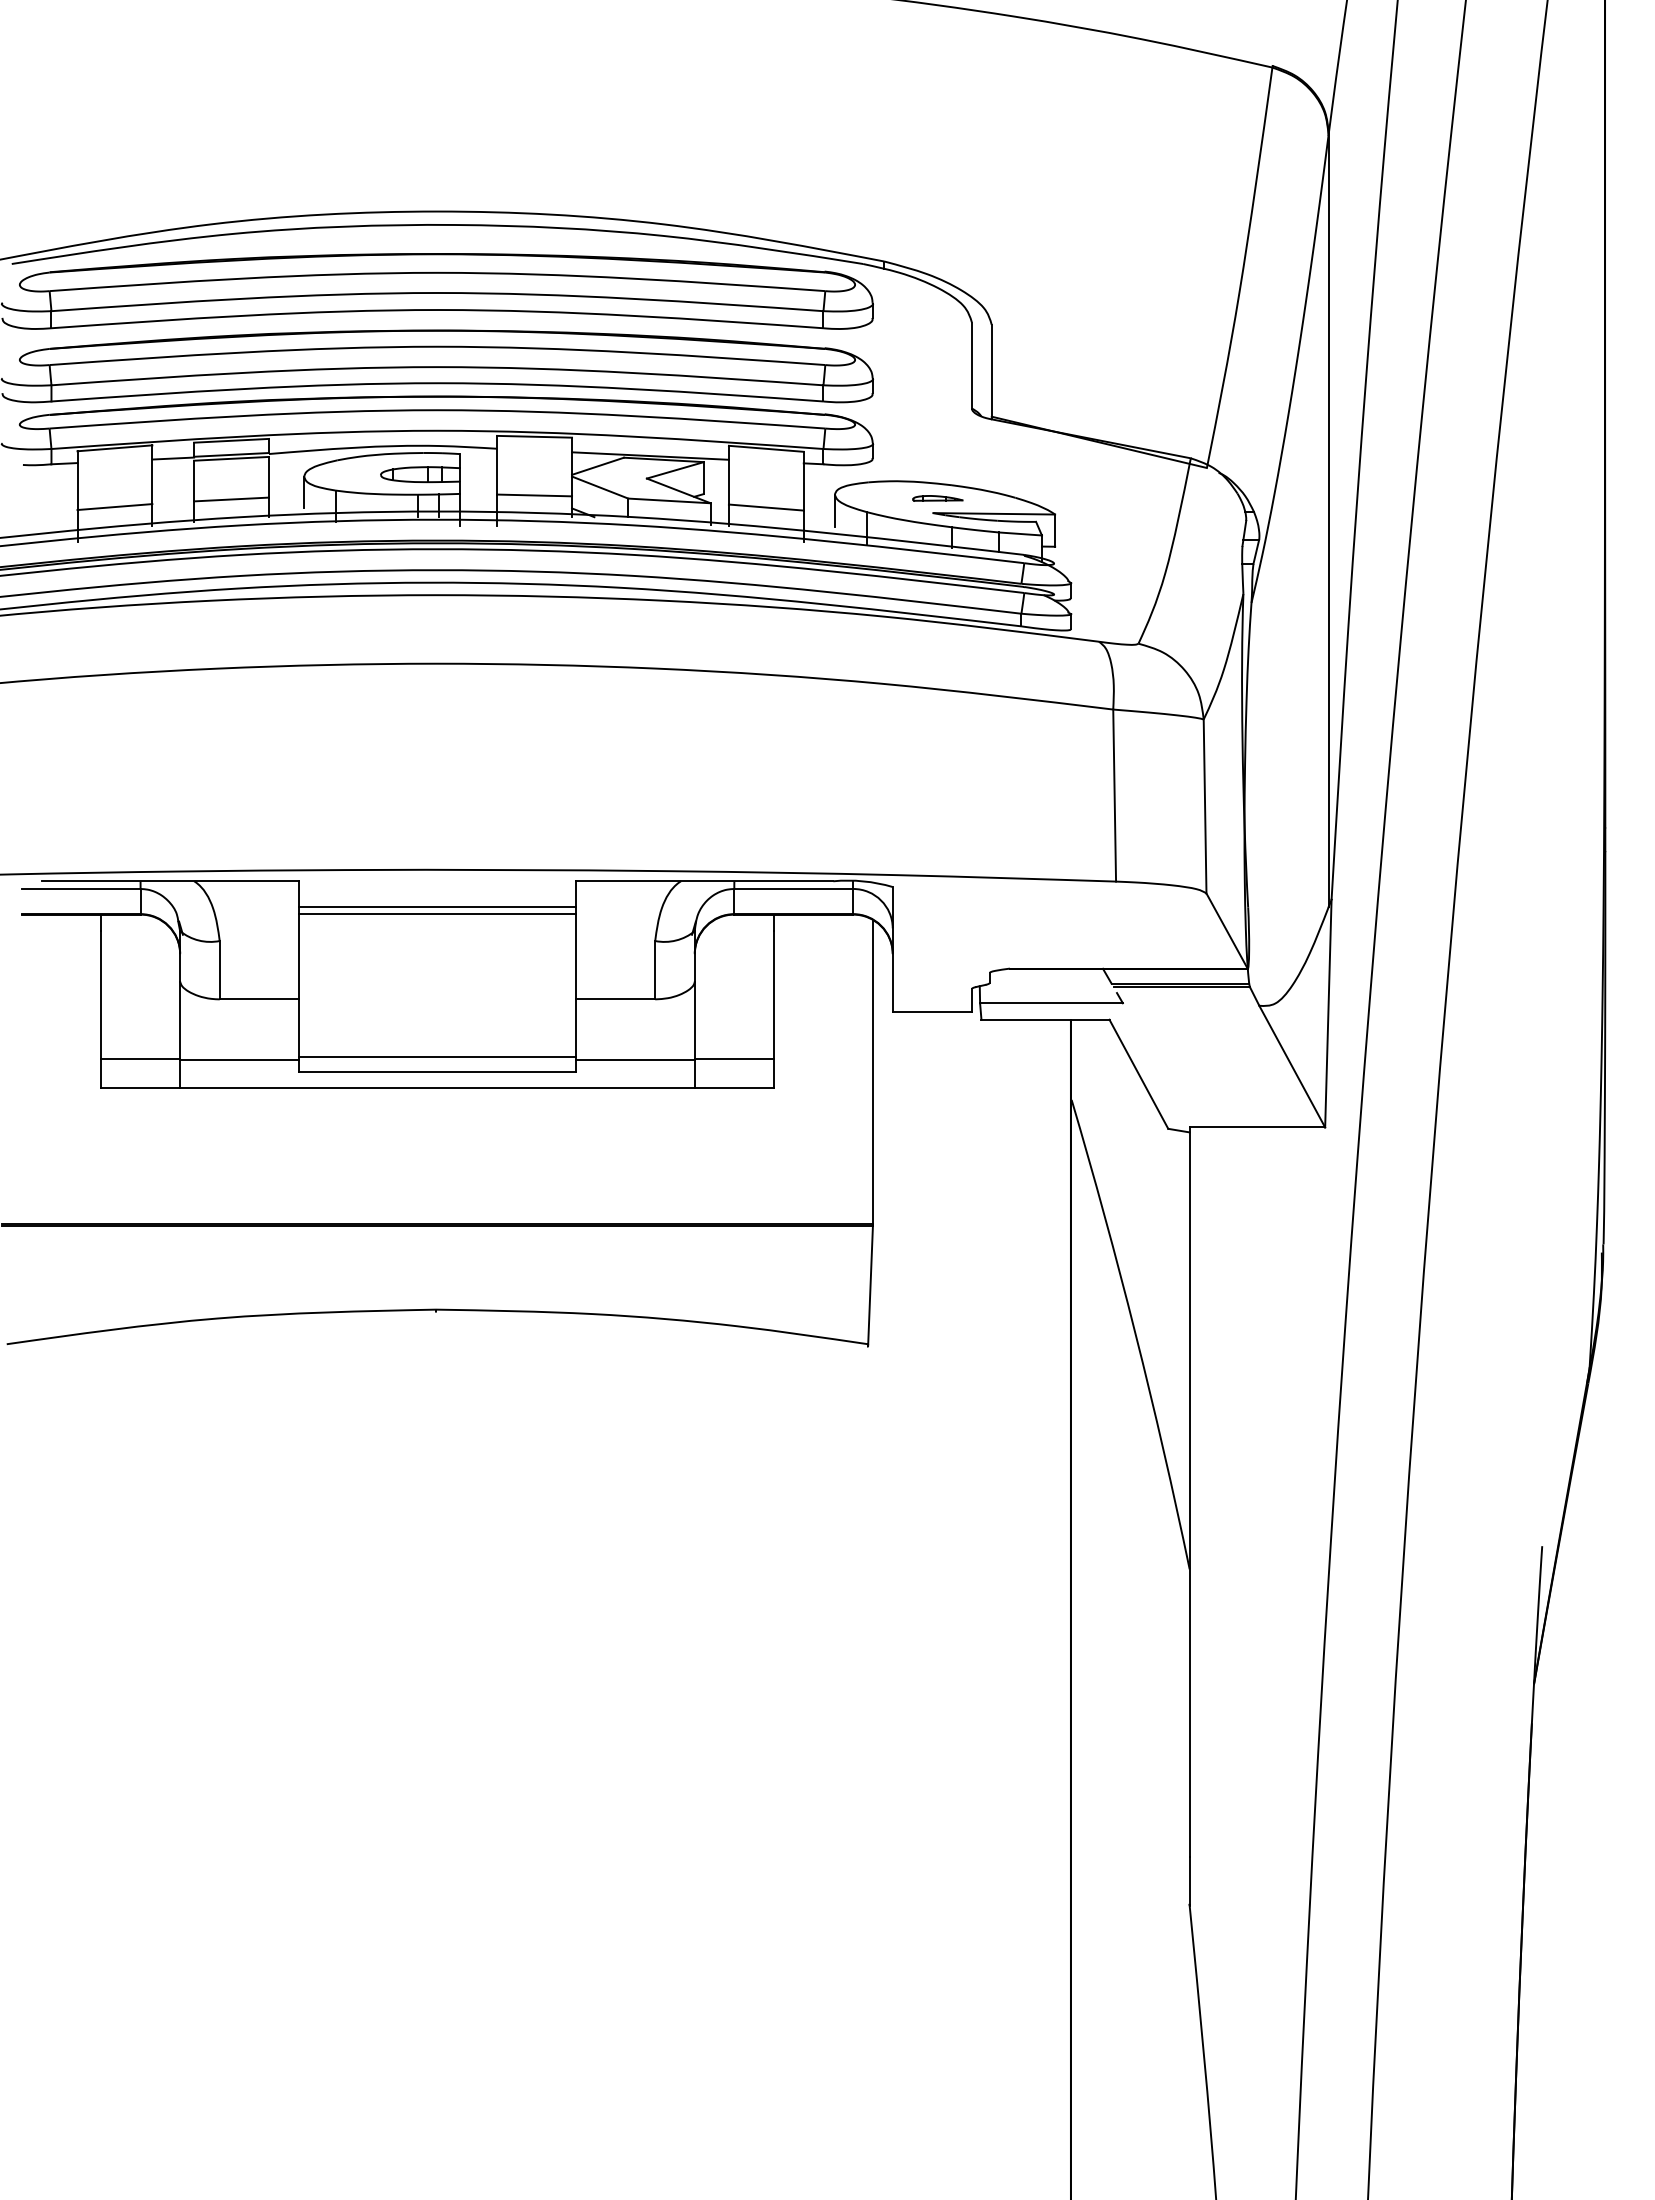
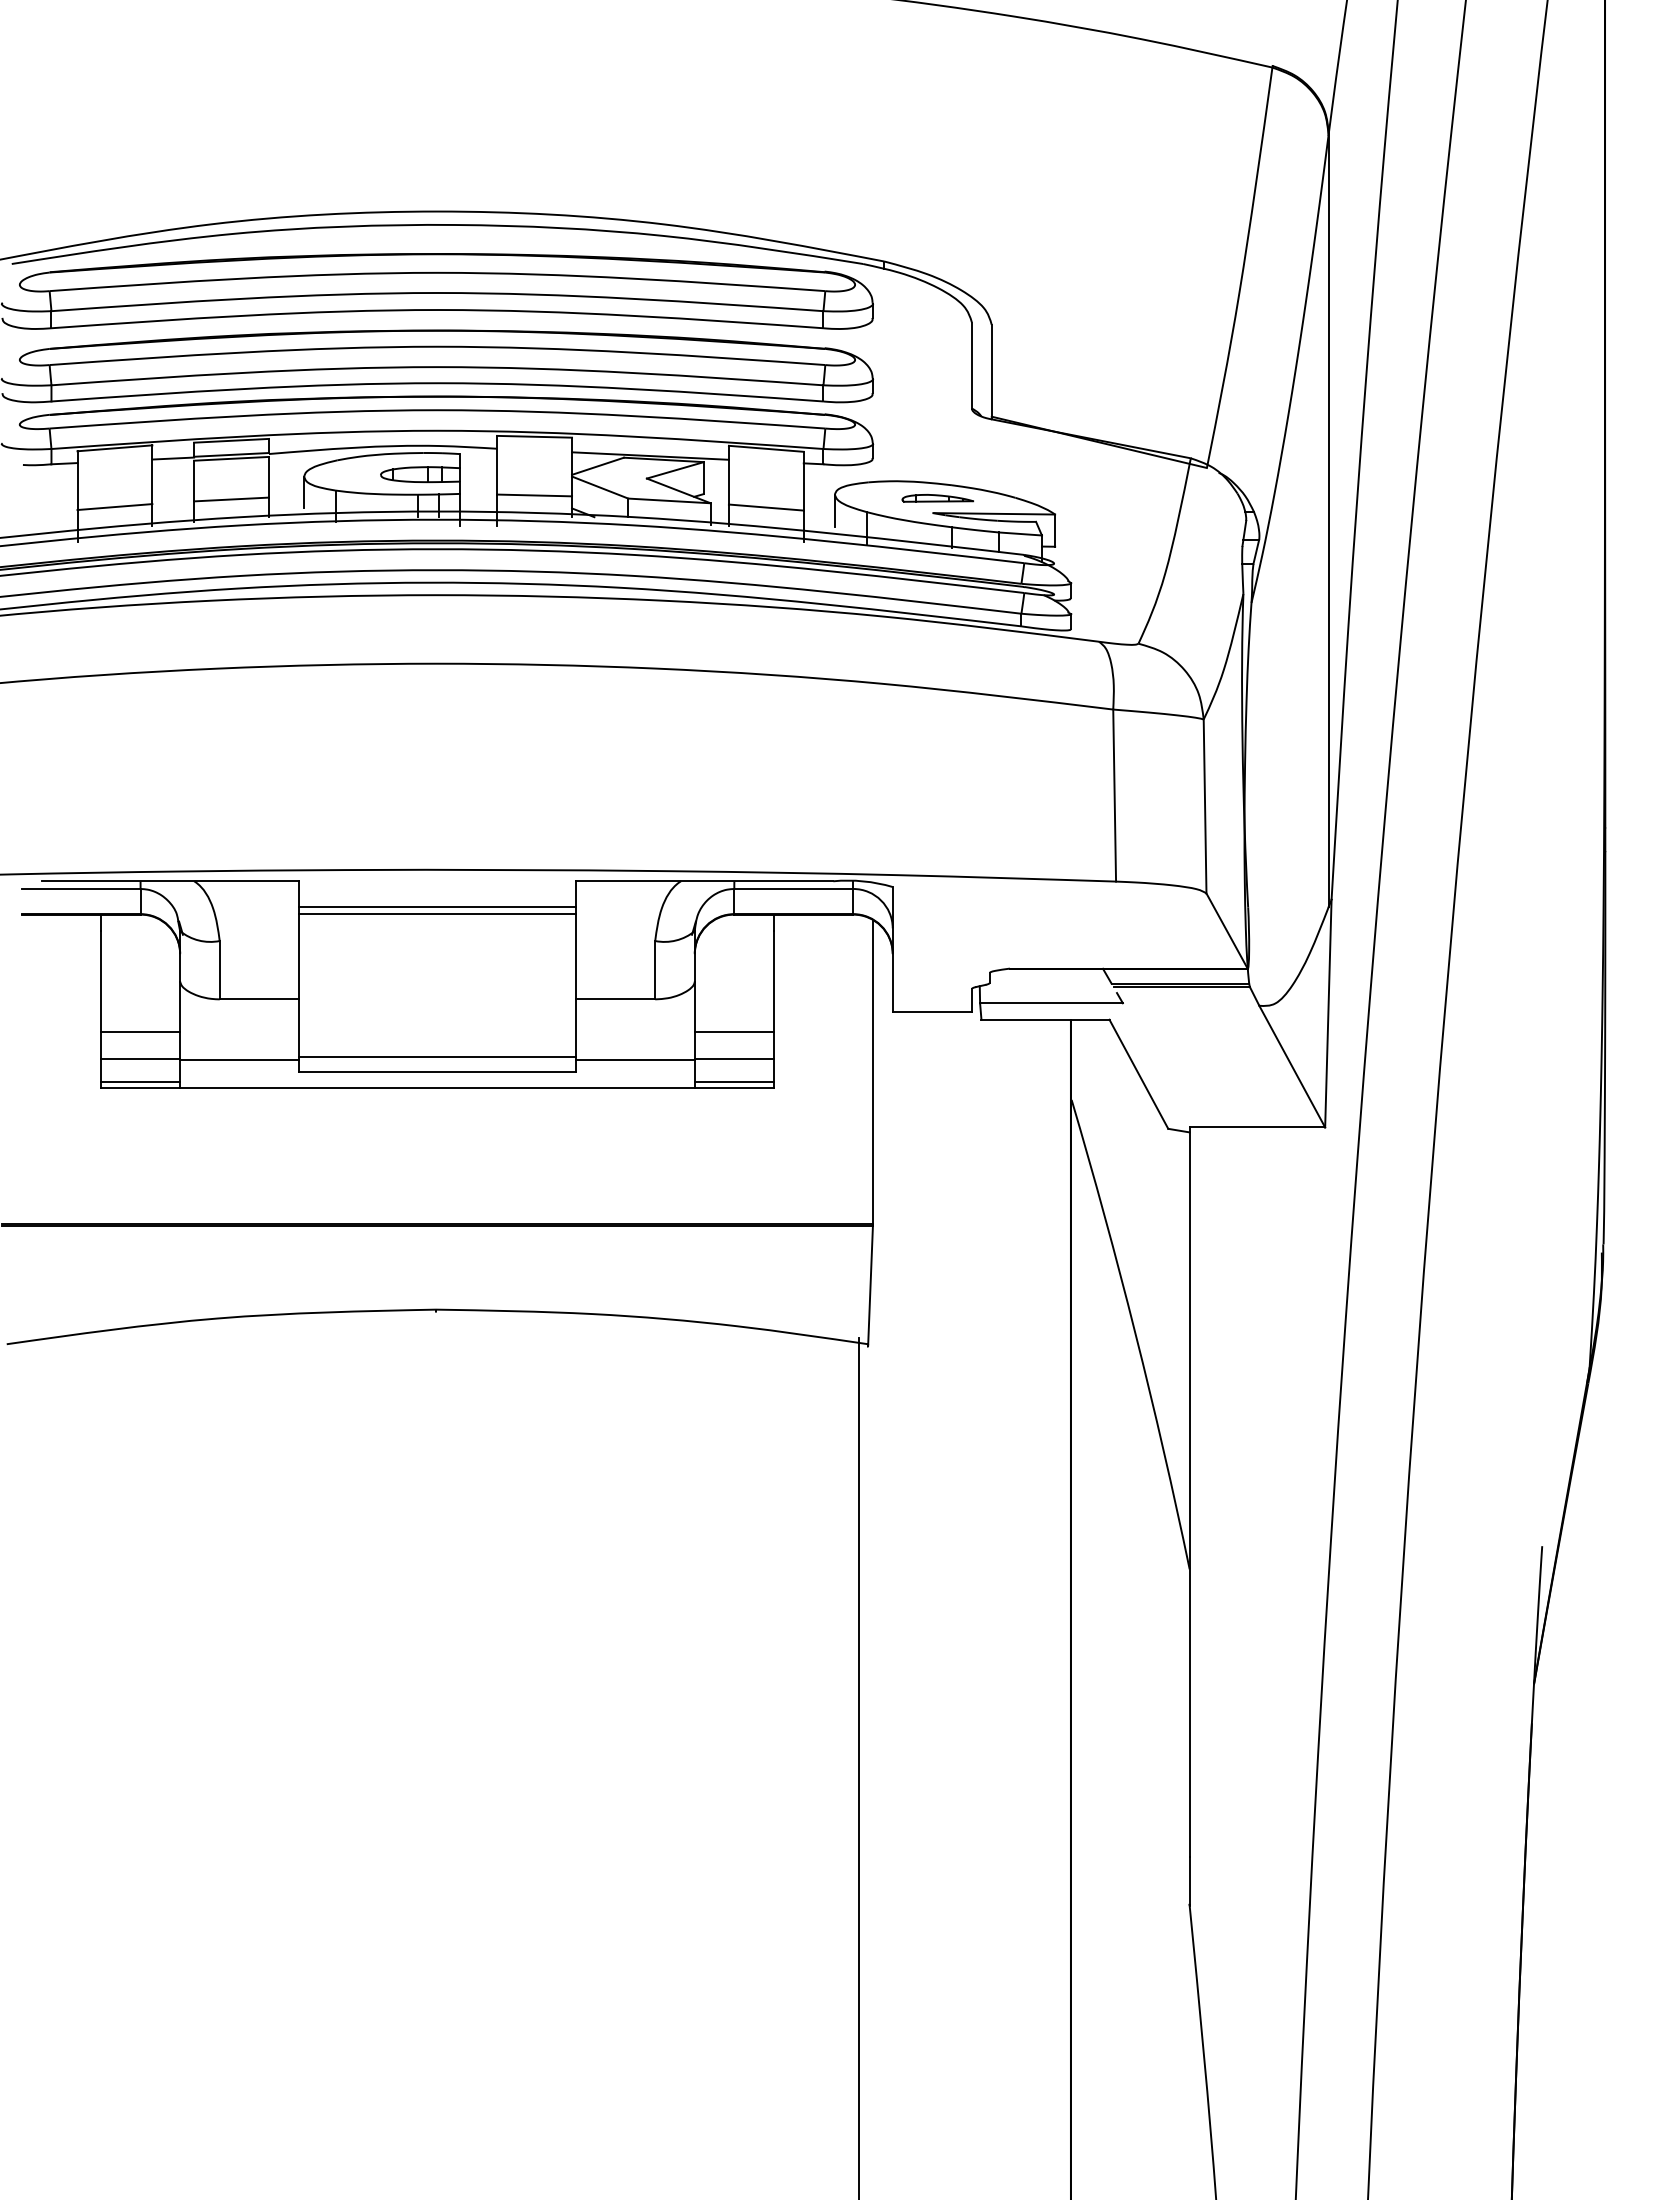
part at (937, 498) size: 52x7 px -> 74x9 px
line at (140, 1032): none -> present
line at (733, 1032): none -> present
line at (140, 1081): none -> present
line at (733, 1081): none -> present
line at (859, 1766): none -> present
